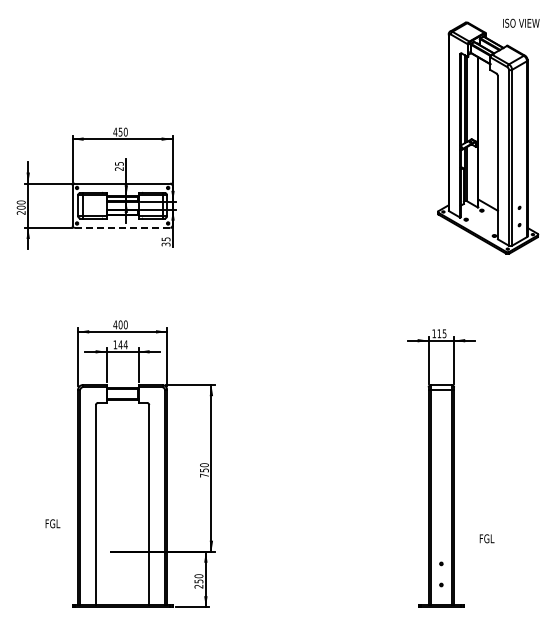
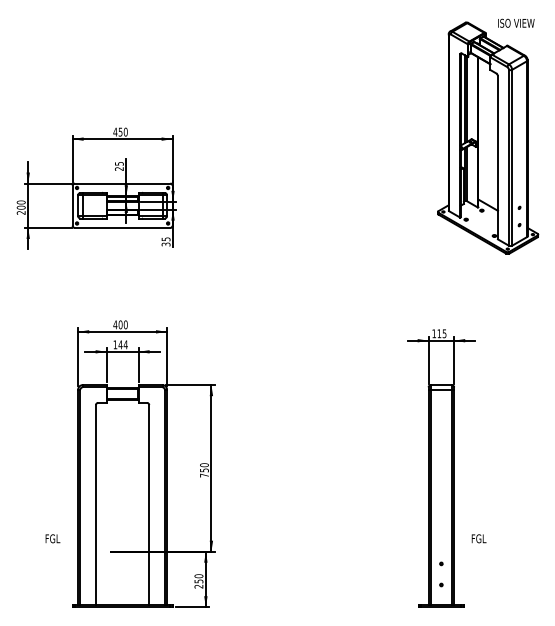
text at (521, 22) position: (521, 22) -> (516, 22)
line at (122, 227): dashed -> solid
text at (52, 523) position: (52, 523) -> (52, 538)
text at (486, 538) position: (486, 538) -> (478, 538)
